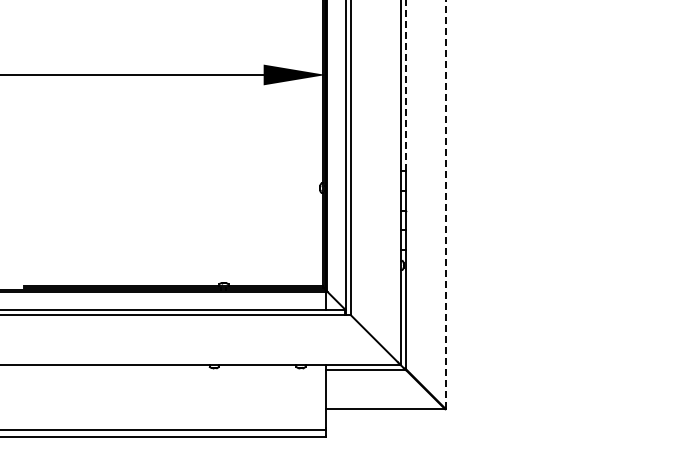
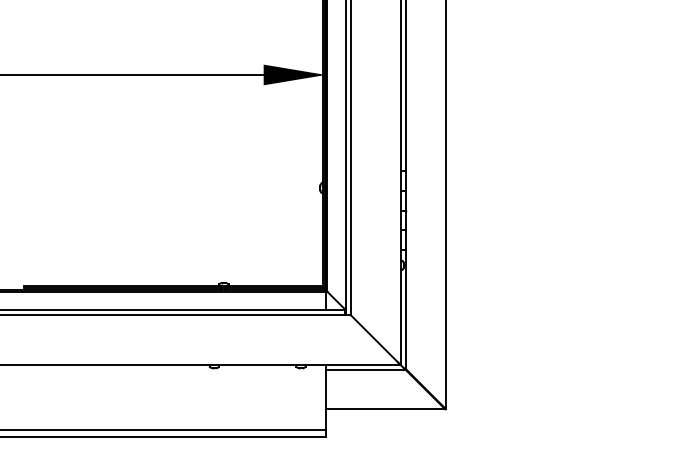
line at (405, 85): dashed -> solid
line at (446, 205): dashed -> solid
